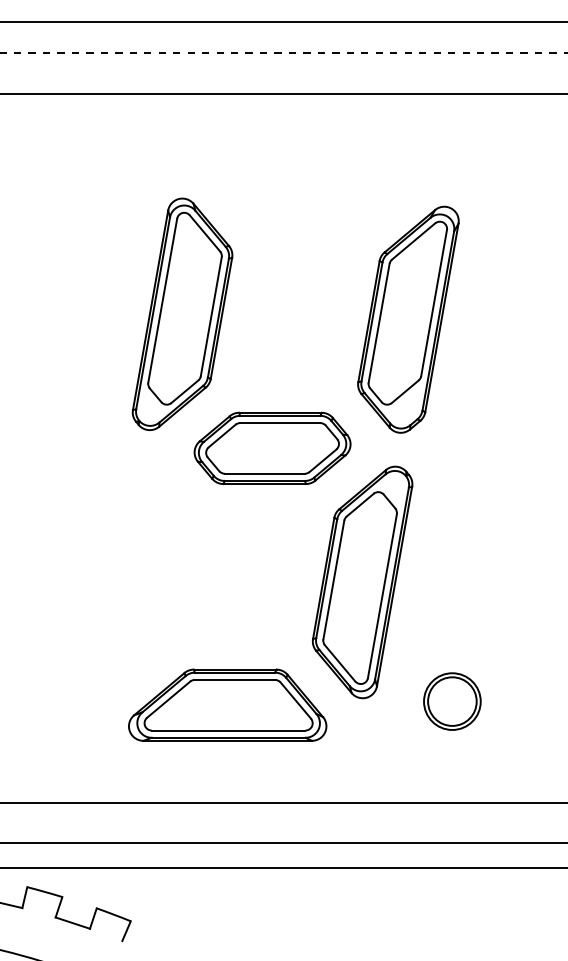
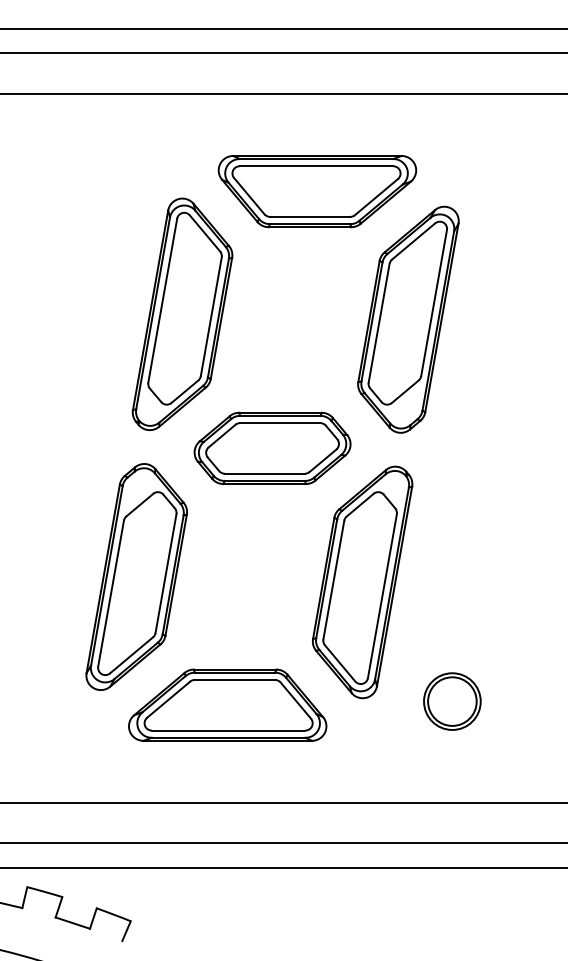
line at (283, 21) position: (283, 21) -> (283, 28)
line at (284, 53): dashed -> solid
part at (317, 191): none -> present
part at (136, 576): none -> present
